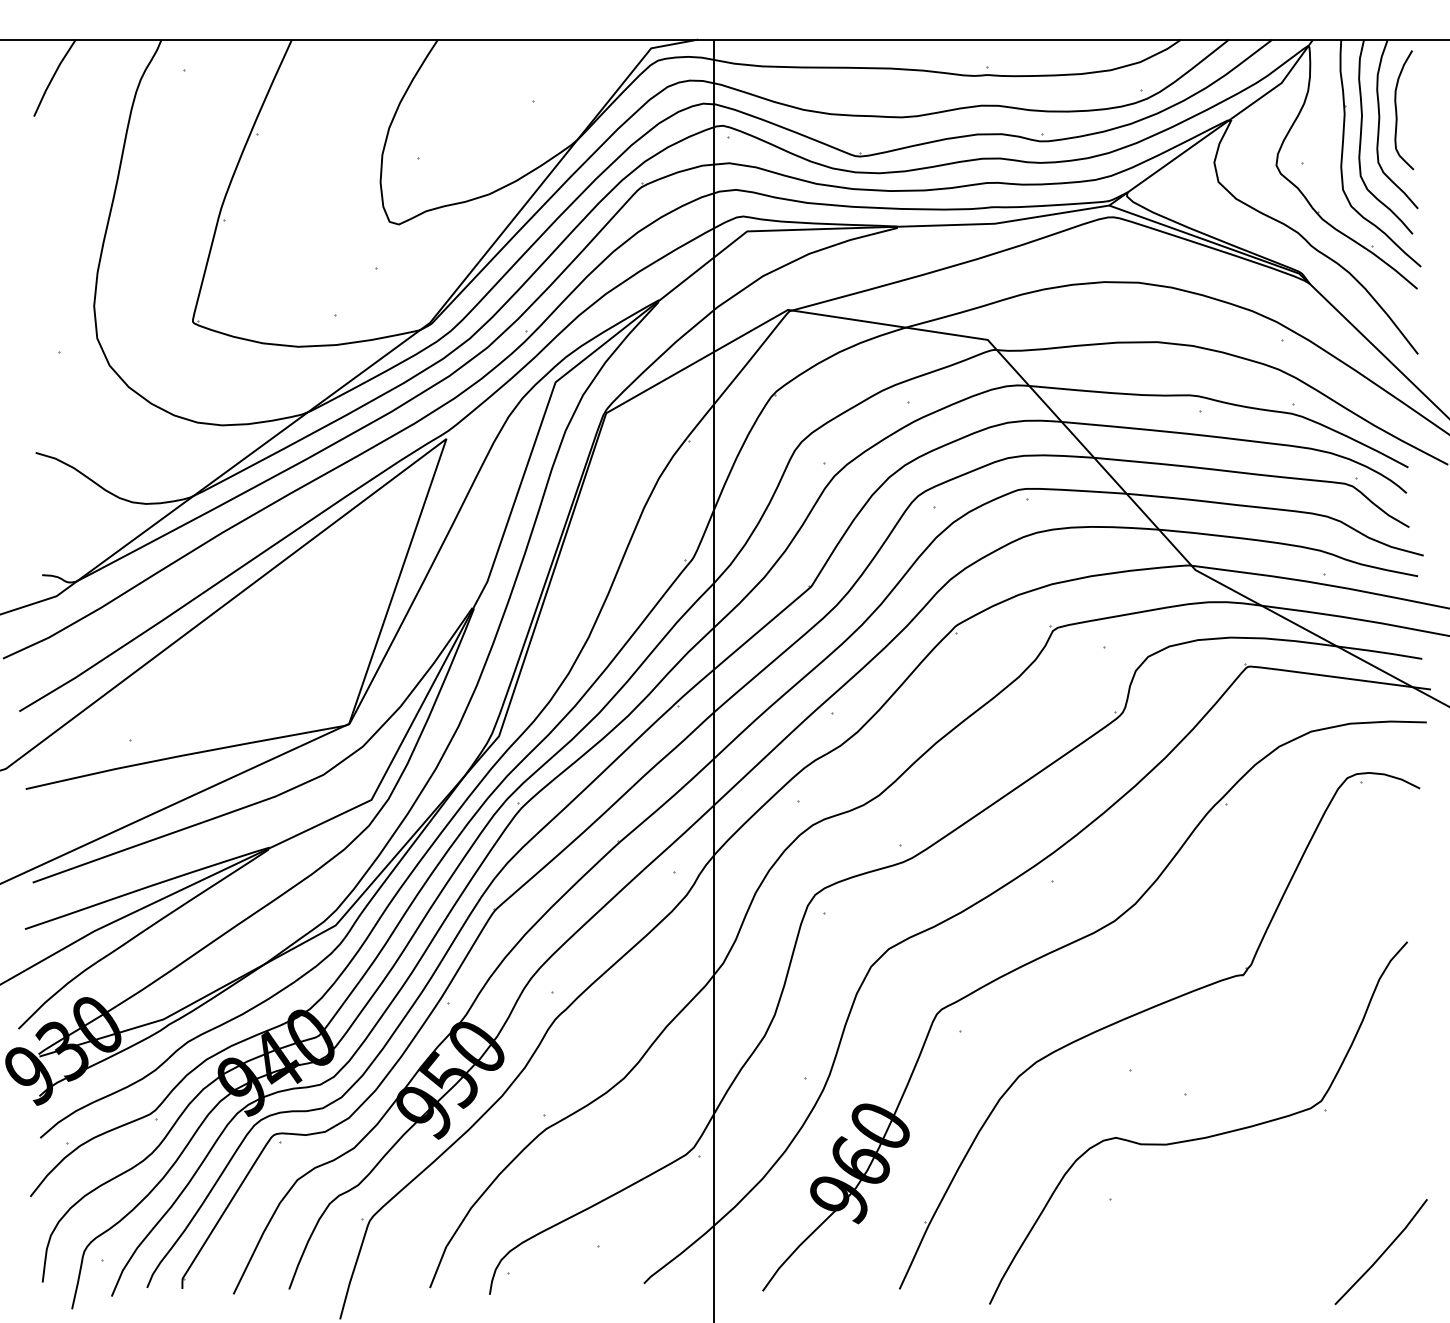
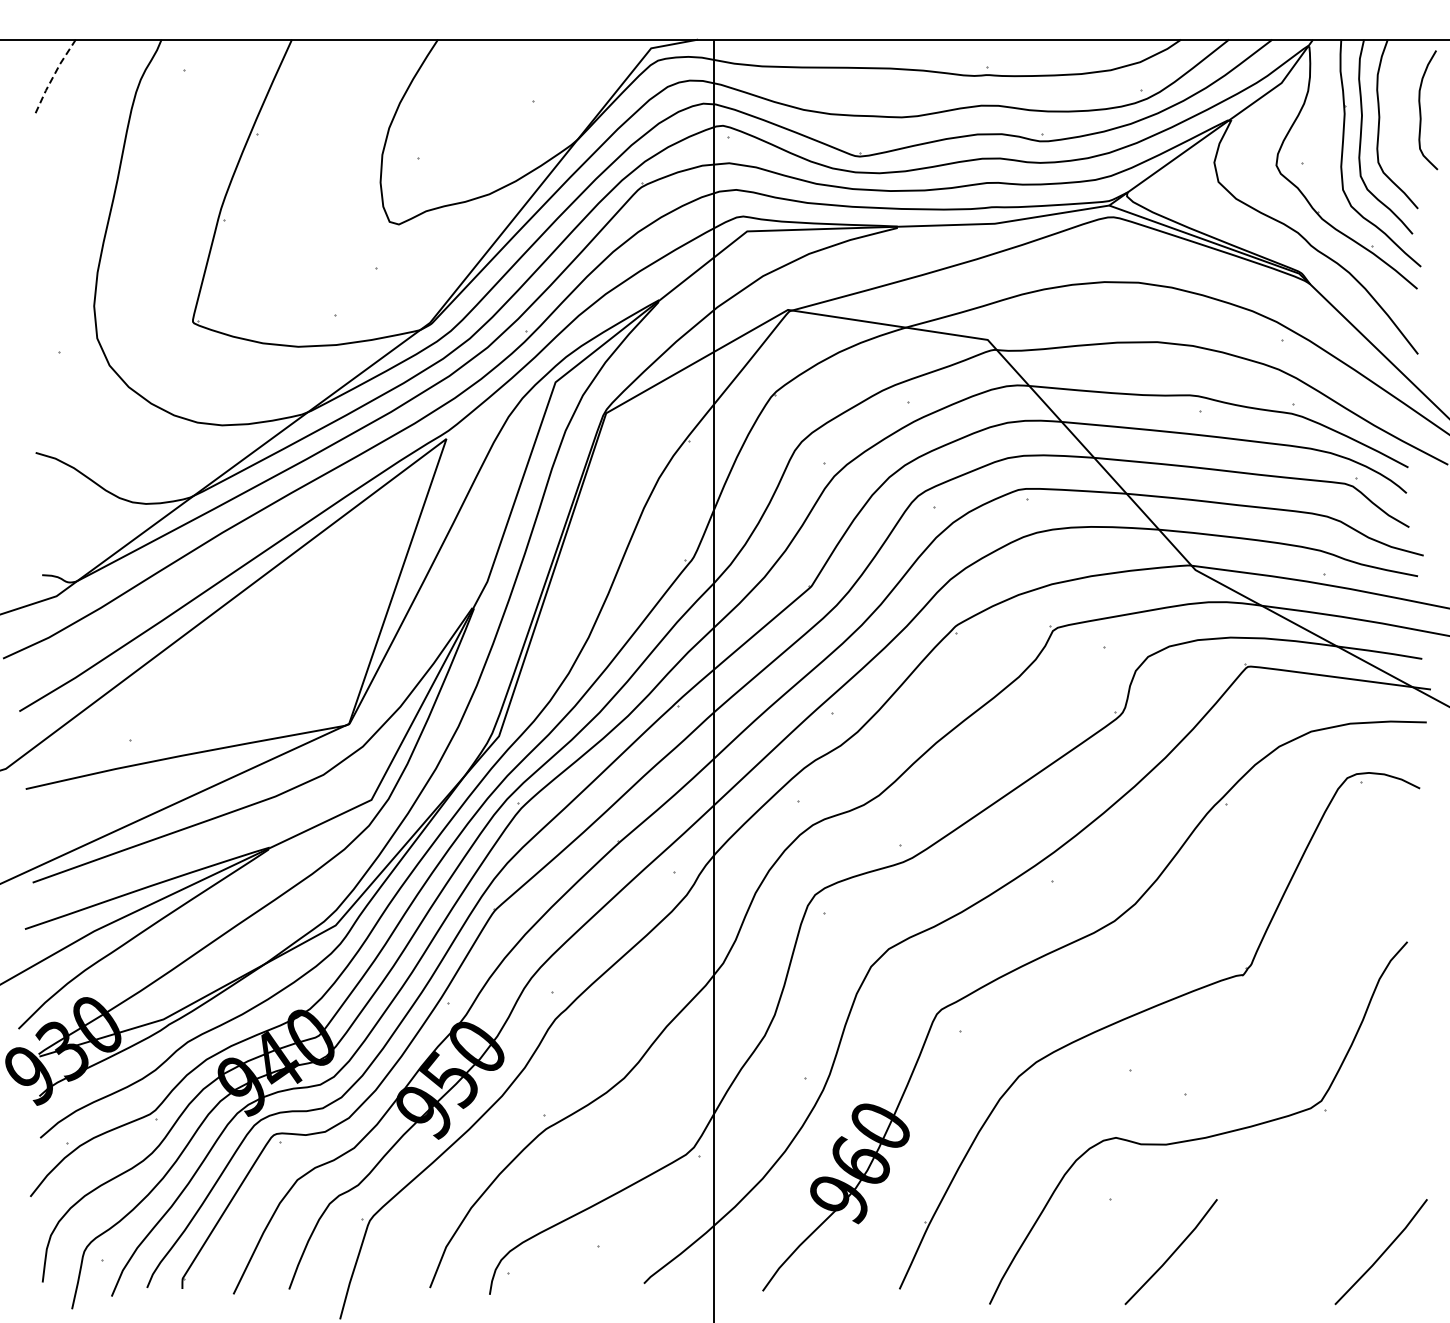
line at (53, 76): solid -> dashed
curve at (1397, 111) position: (1397, 111) -> (1421, 111)
line at (1171, 1253): none -> present
